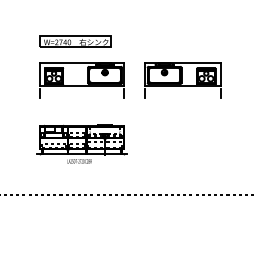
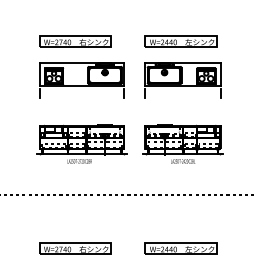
part at (180, 41): none -> present
part at (182, 143): none -> present
part at (75, 248): none -> present
part at (180, 248): none -> present
